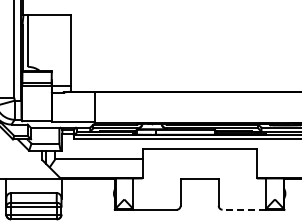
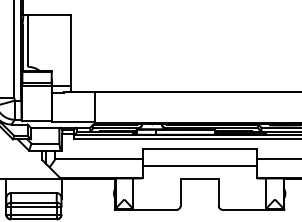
line at (277, 159): none -> present
line at (199, 166): none -> present
line at (244, 209): dashed -> solid
